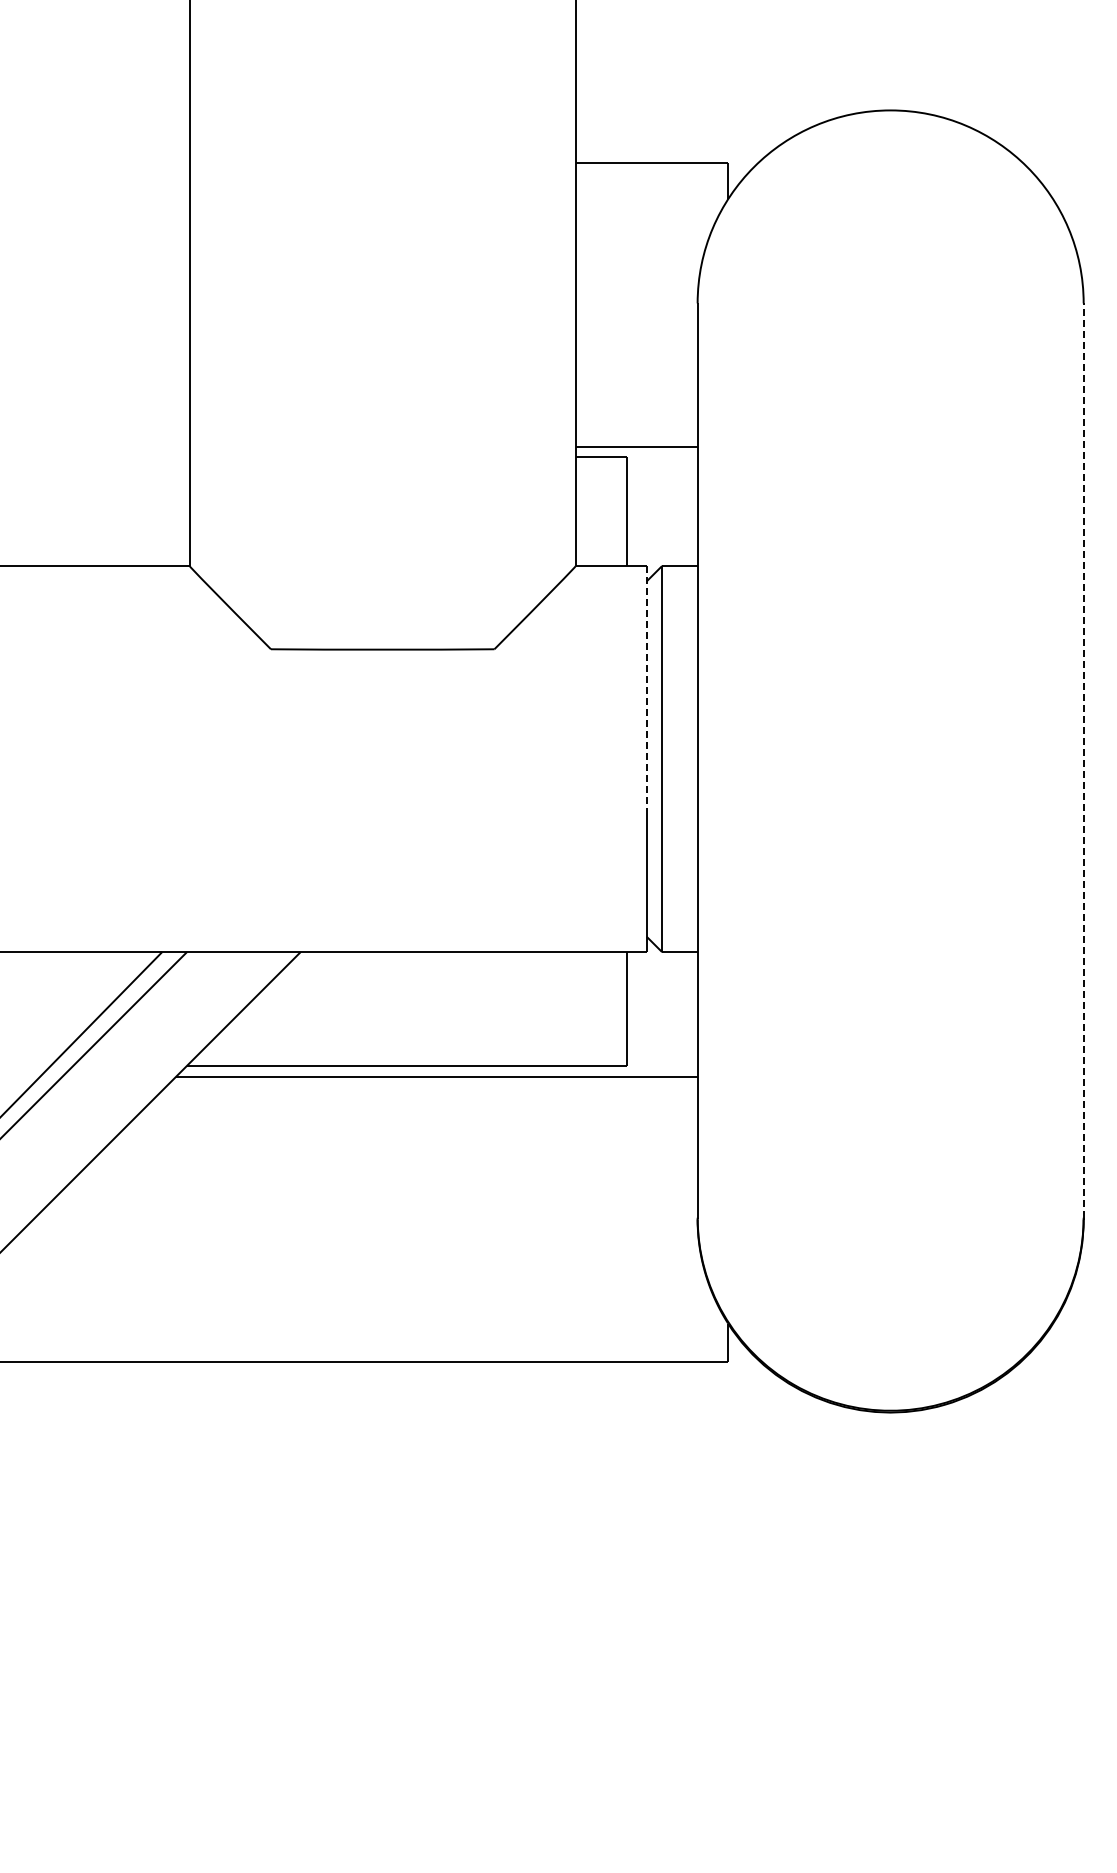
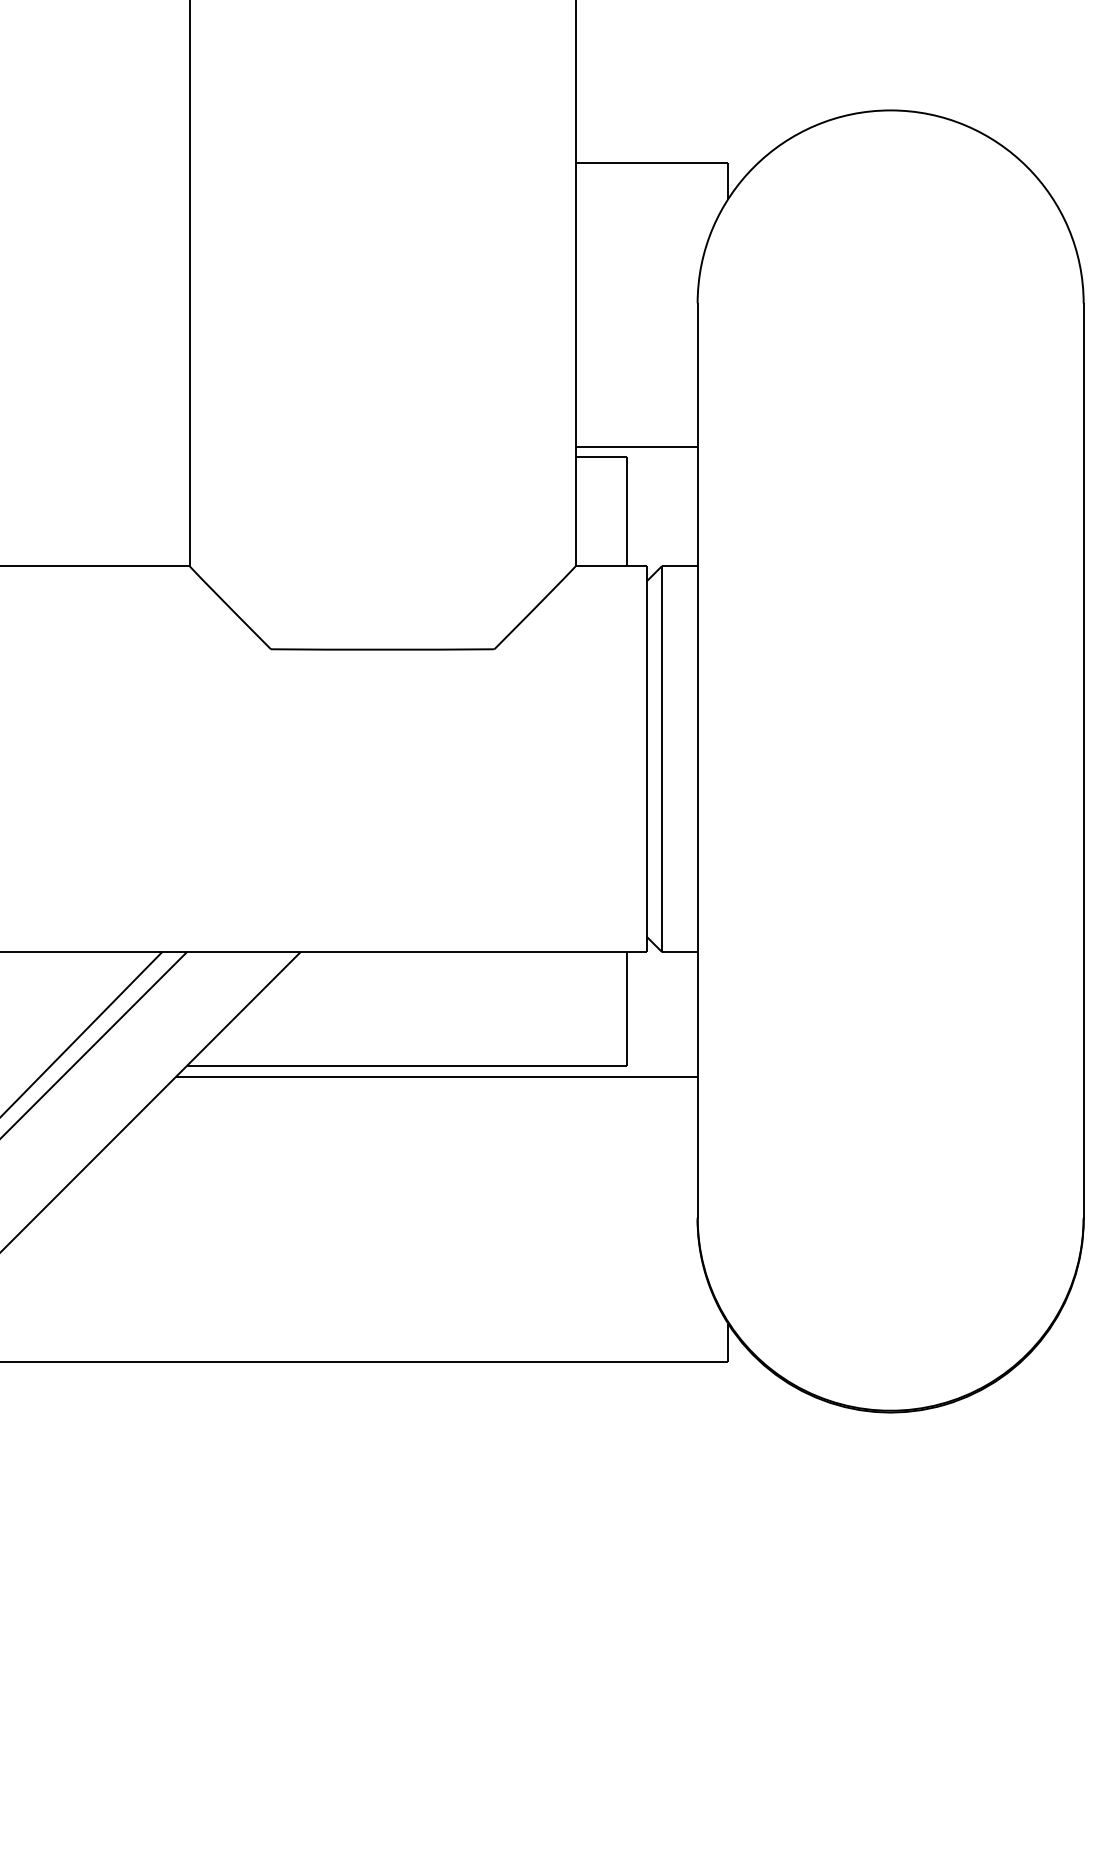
line at (646, 688): dashed -> solid
line at (1083, 760): dashed -> solid
